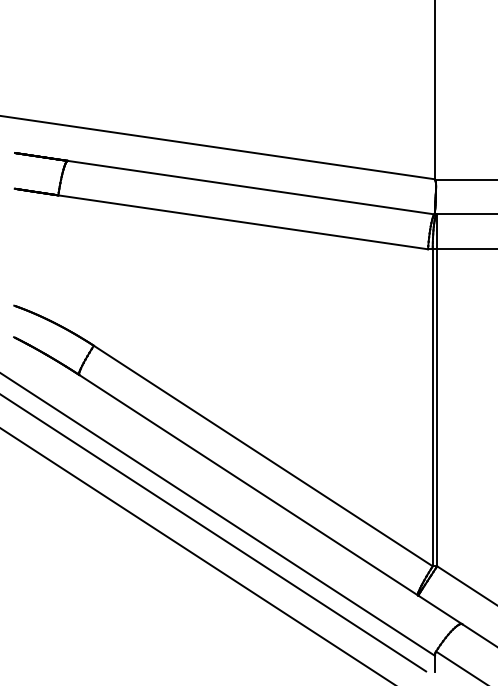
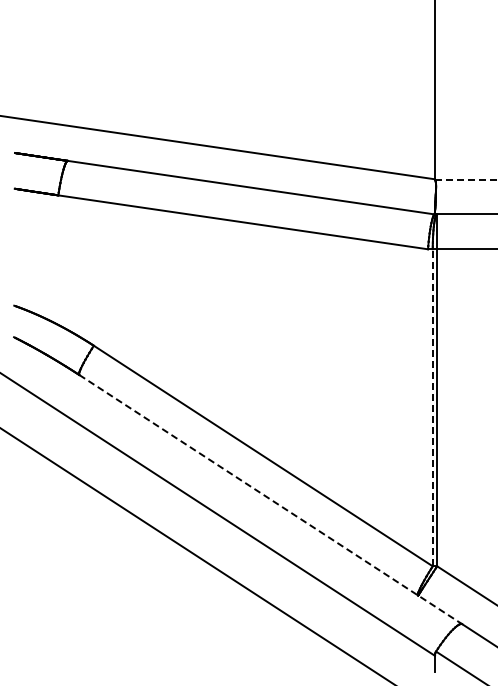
line at (467, 179): solid -> dashed
line at (432, 407): solid -> dashed
line at (271, 499): solid -> dashed
line at (214, 533): present -> none
